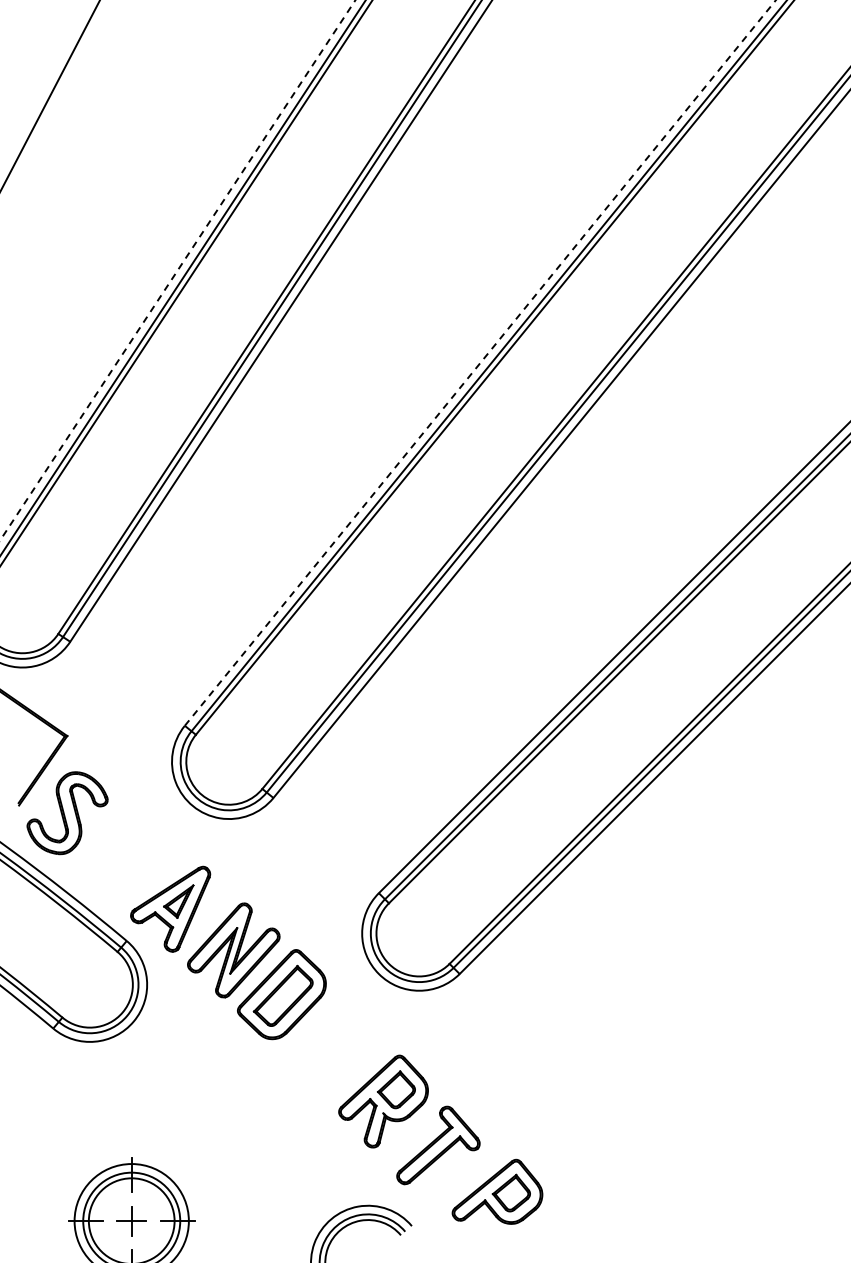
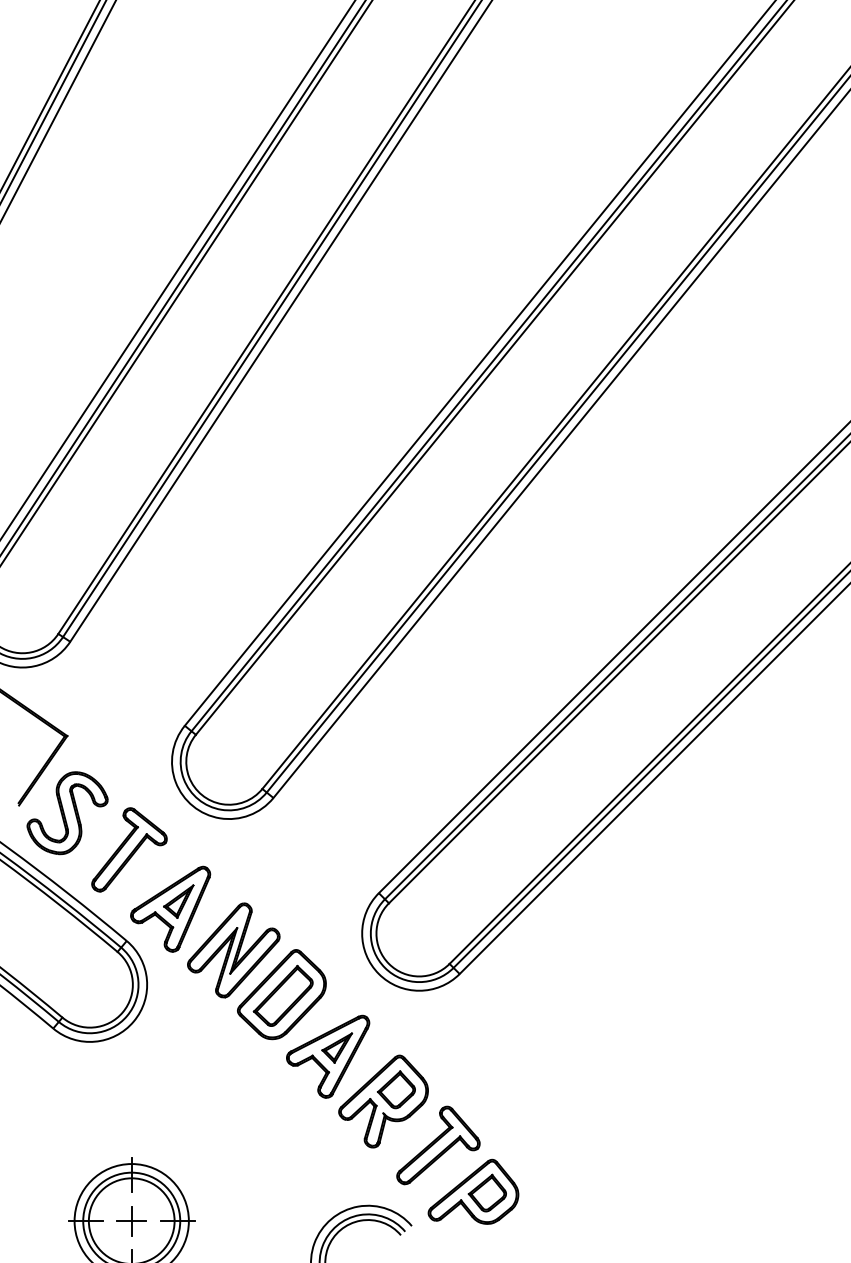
line at (53, 101): none -> present
line at (58, 110): none -> present
line at (177, 270): dashed -> solid
line at (480, 362): dashed -> solid
part at (129, 849): none -> present
part at (328, 1056): none -> present
part at (497, 1191) position: (497, 1191) -> (473, 1191)
